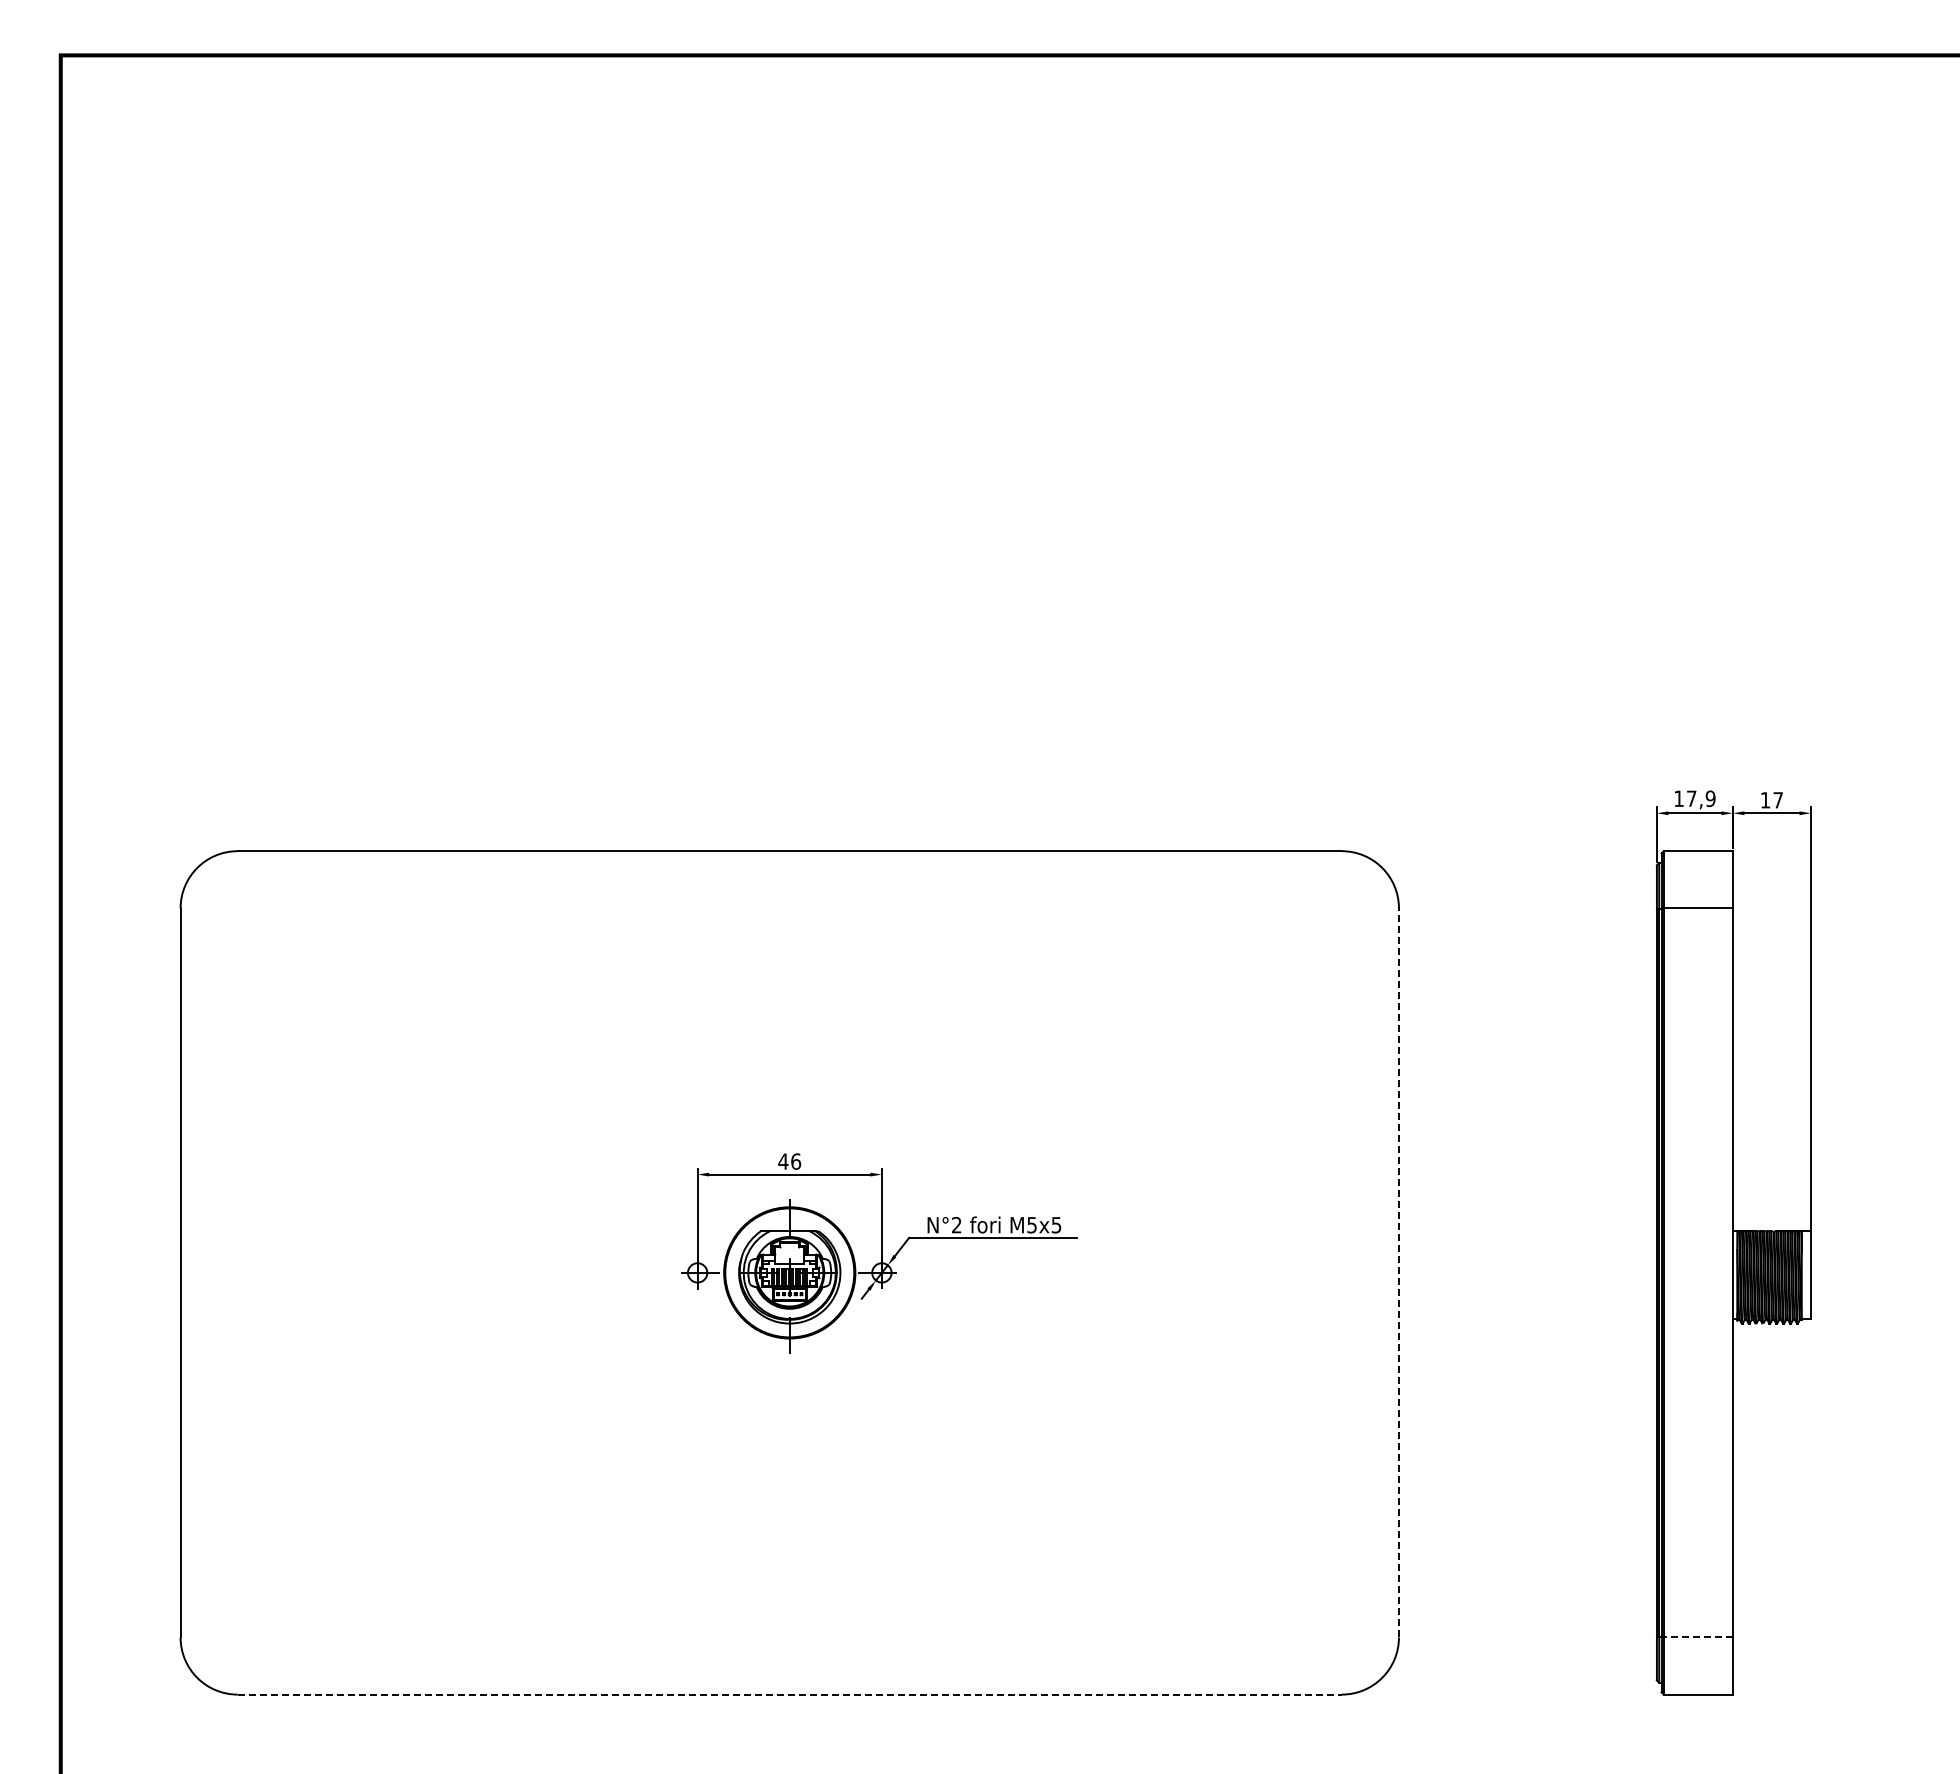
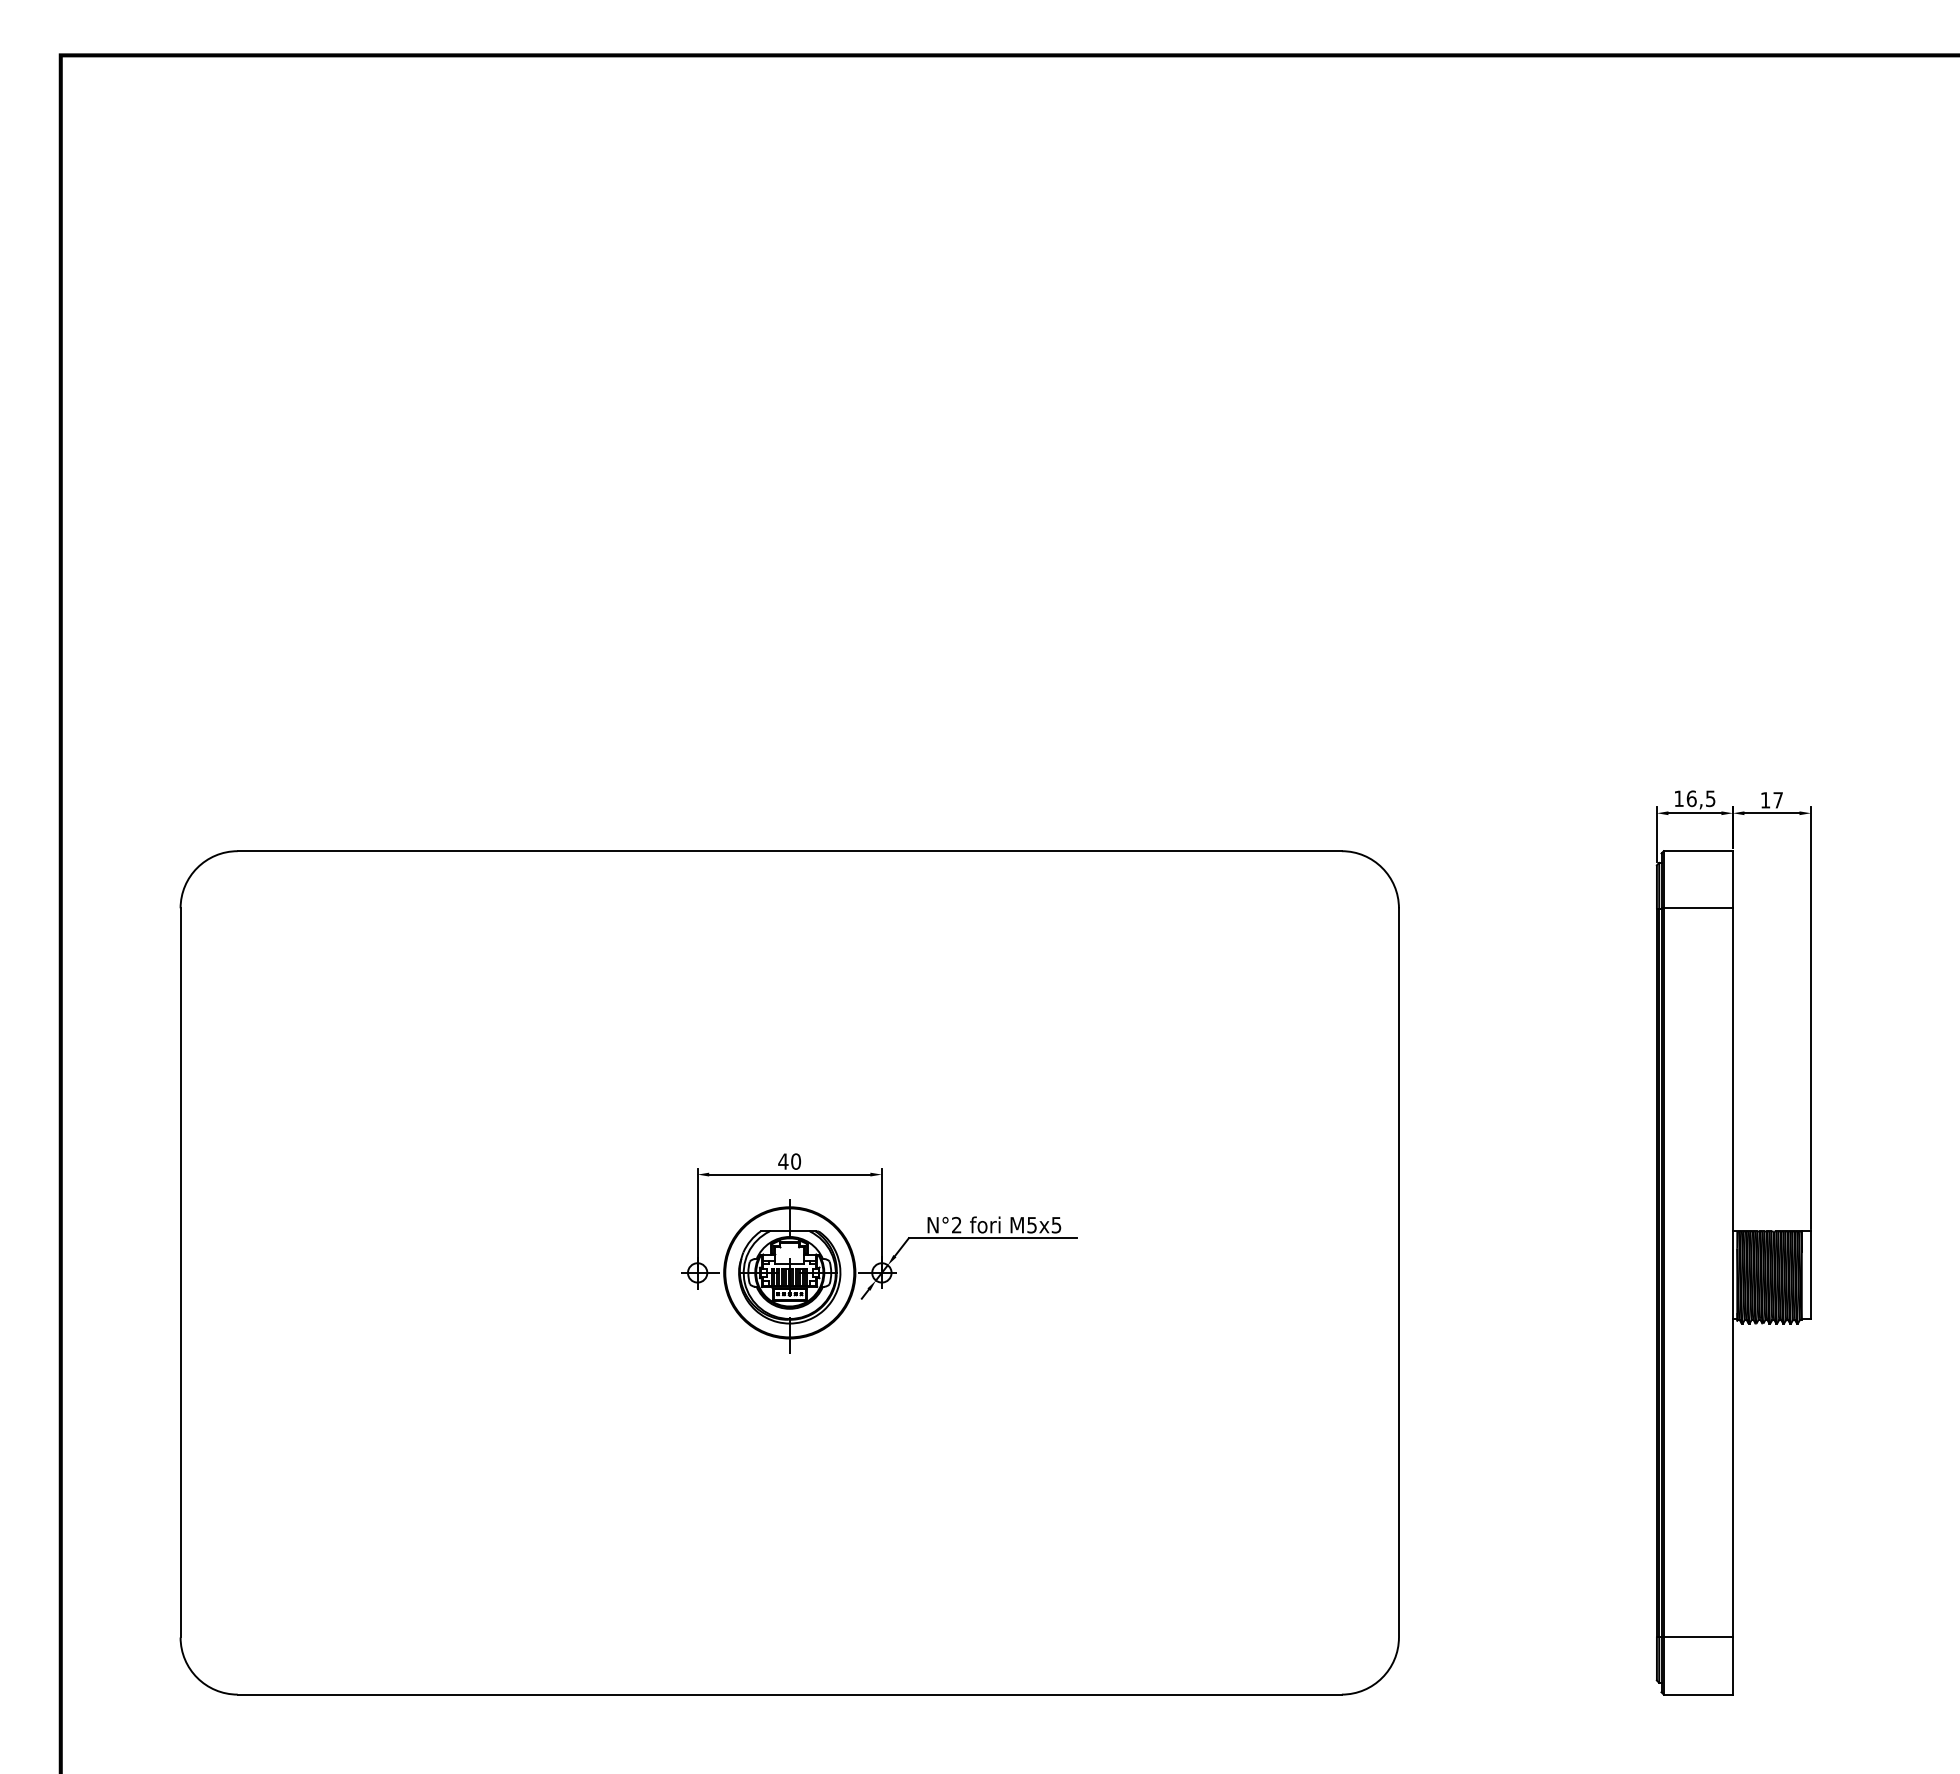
text at (1700, 798): 17,9 -> 16,5
text at (796, 1161): 46 -> 40
line at (1398, 1272): dashed -> solid
line at (1698, 1637): dashed -> solid
line at (790, 1694): dashed -> solid
